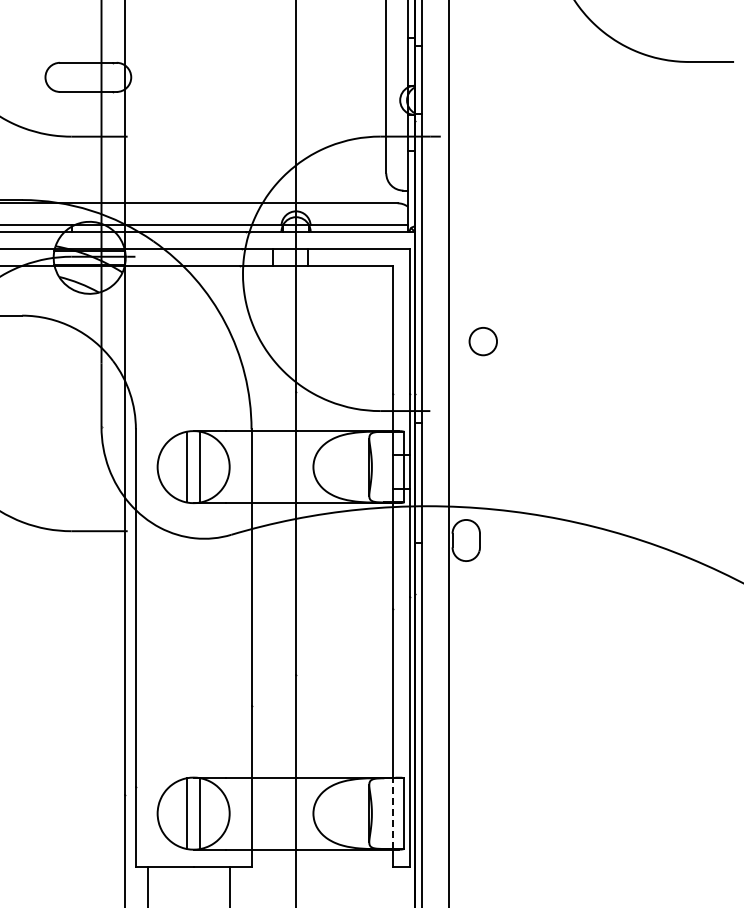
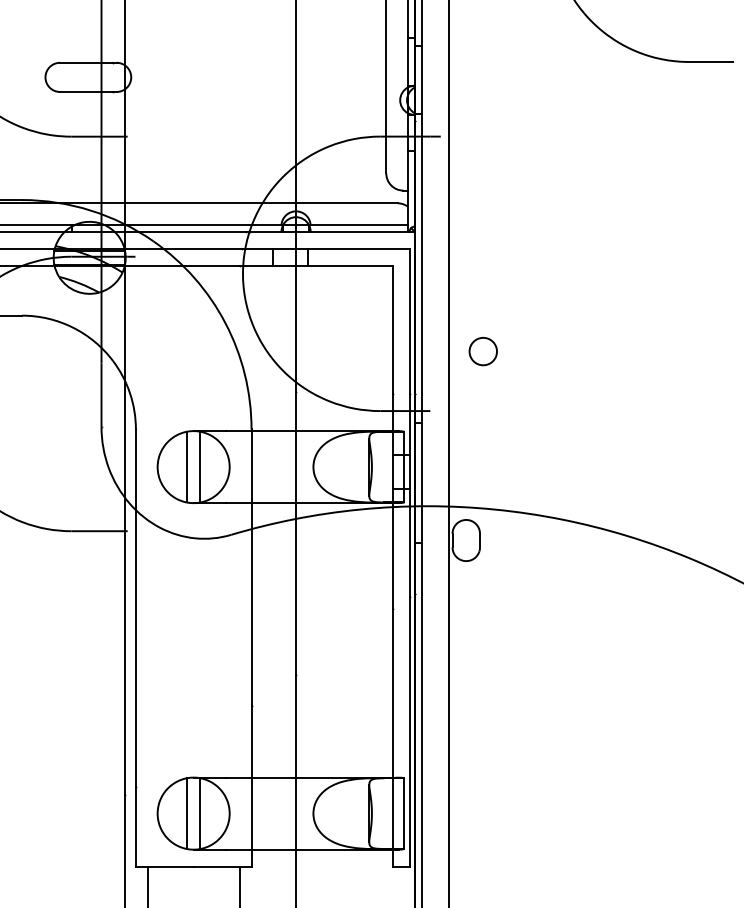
circle at (482, 341) position: (482, 341) -> (482, 351)
line at (393, 813): dashed -> solid
line at (229, 885) position: (229, 885) -> (239, 885)
